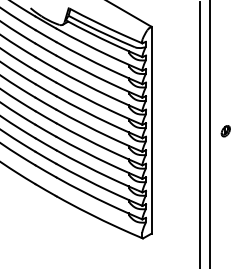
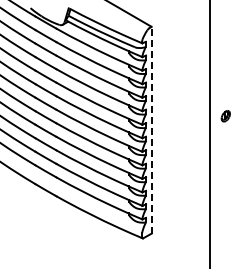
line at (151, 129): solid -> dashed
part at (225, 131) position: (225, 131) -> (225, 116)
line at (199, 133): present -> none
